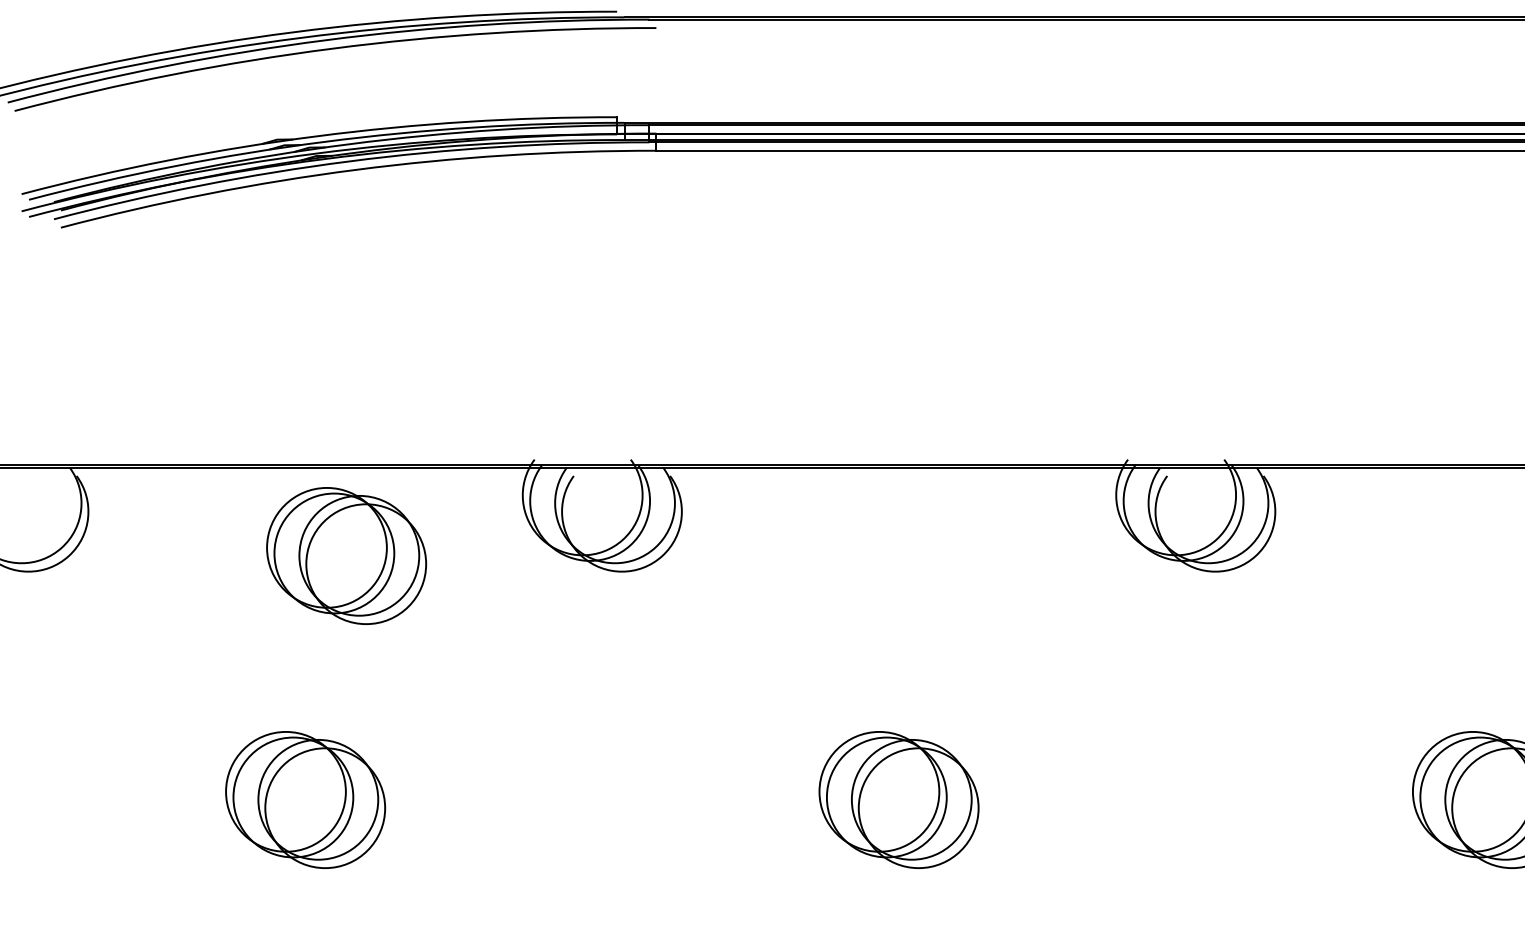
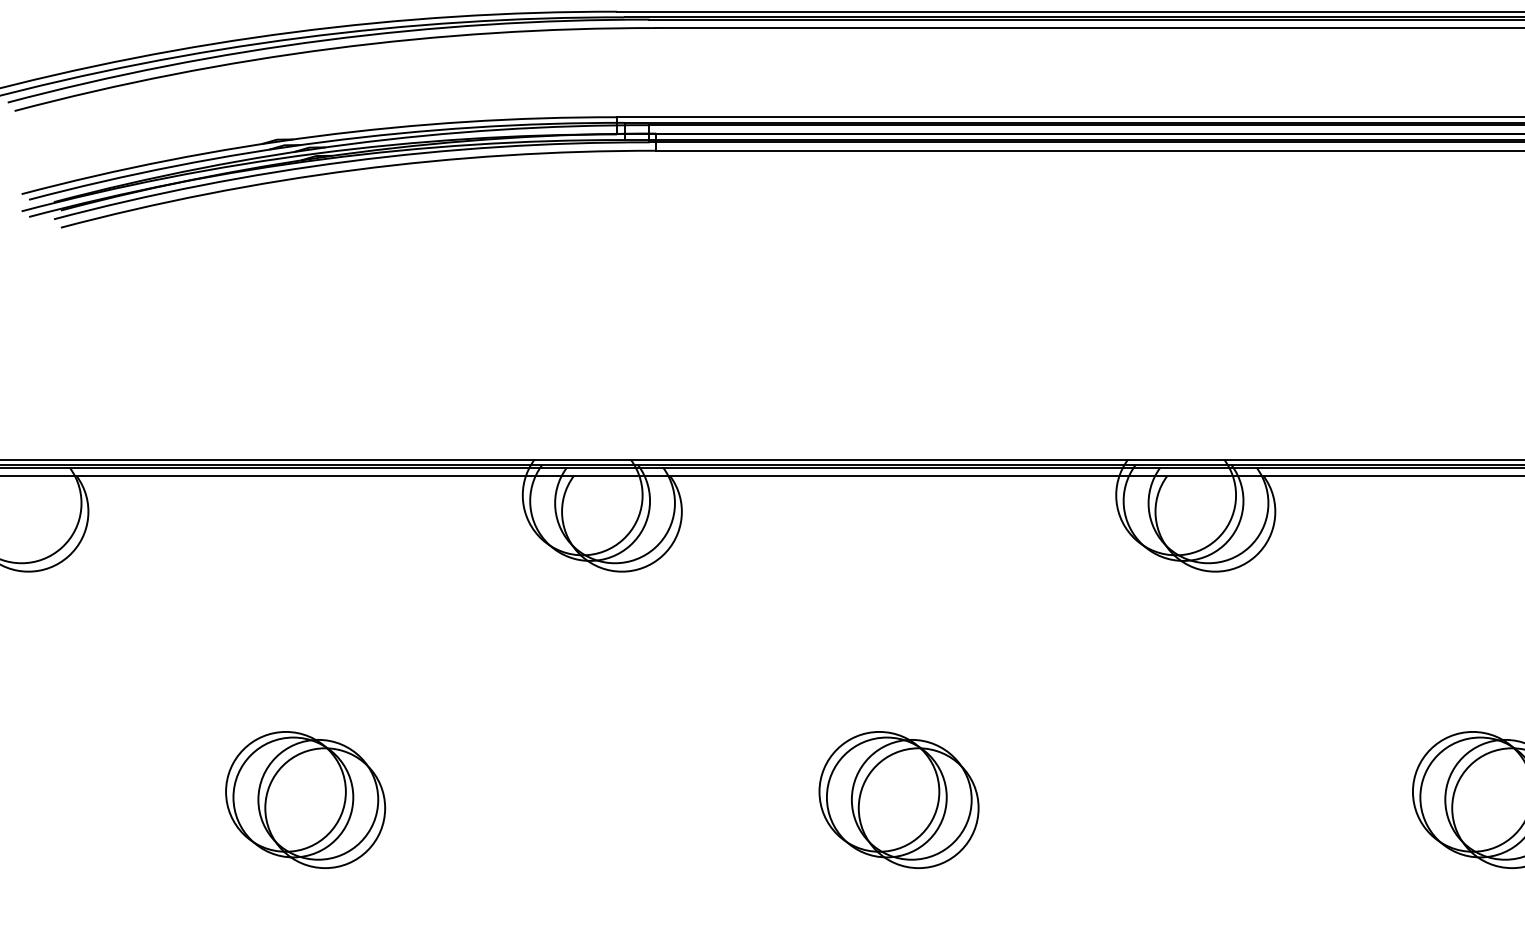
line at (1069, 11): none -> present
line at (1088, 28): none -> present
line at (1069, 117): none -> present
line at (761, 459): none -> present
line at (761, 475): none -> present
part at (346, 555): present -> none
